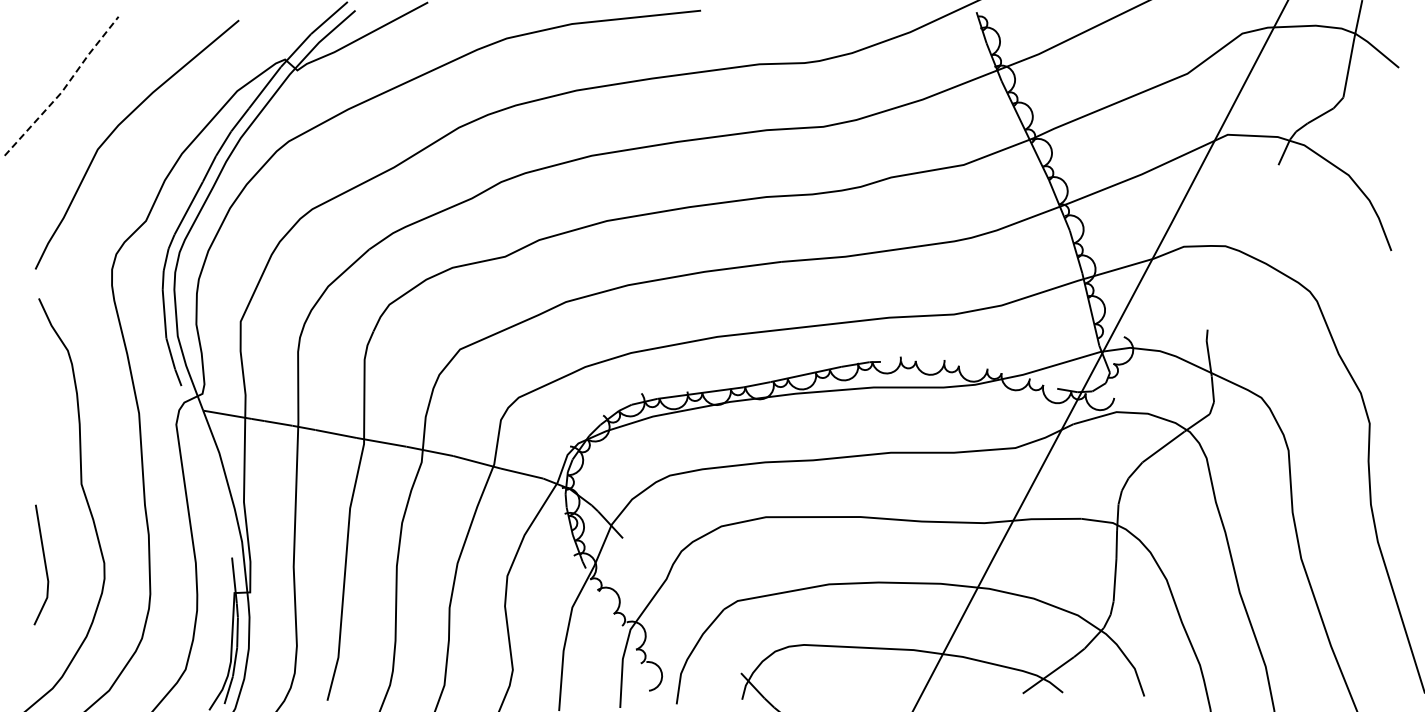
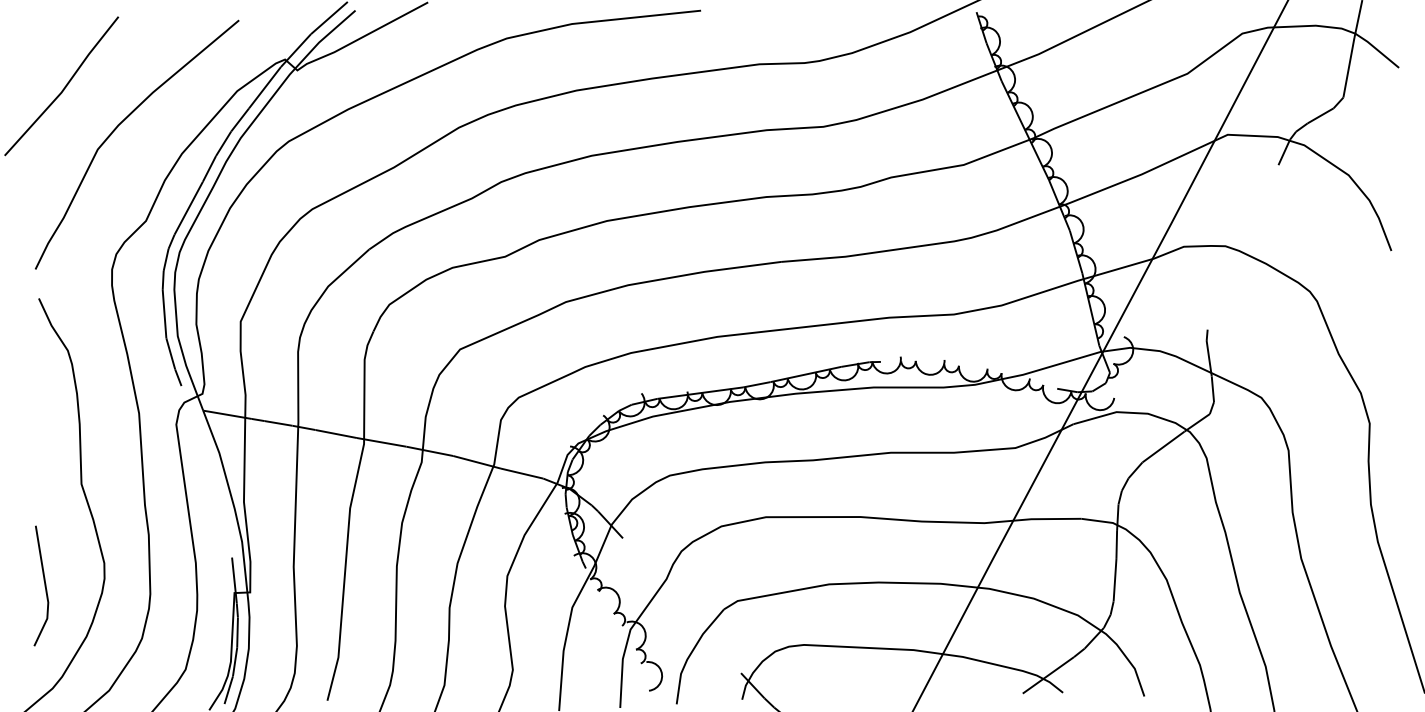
line at (65, 87): dashed -> solid
line at (44, 564) position: (44, 564) -> (44, 585)
